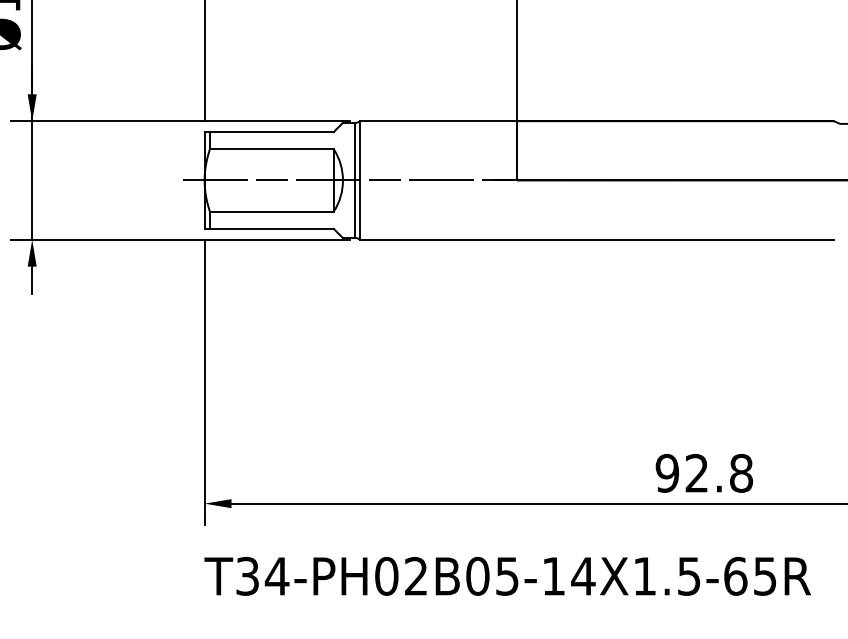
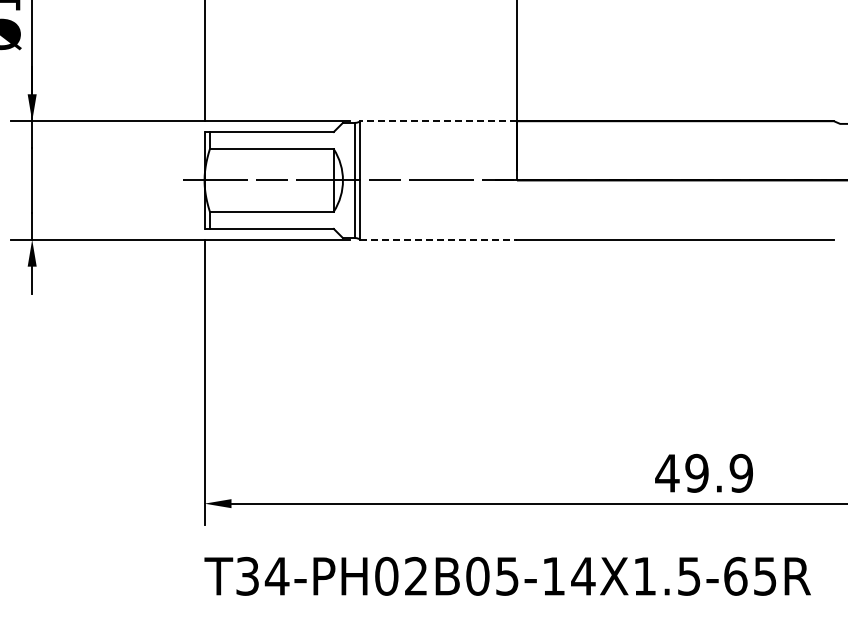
line at (438, 121): solid -> dashed
line at (439, 239): solid -> dashed
text at (704, 472): 92.8 -> 49.9
